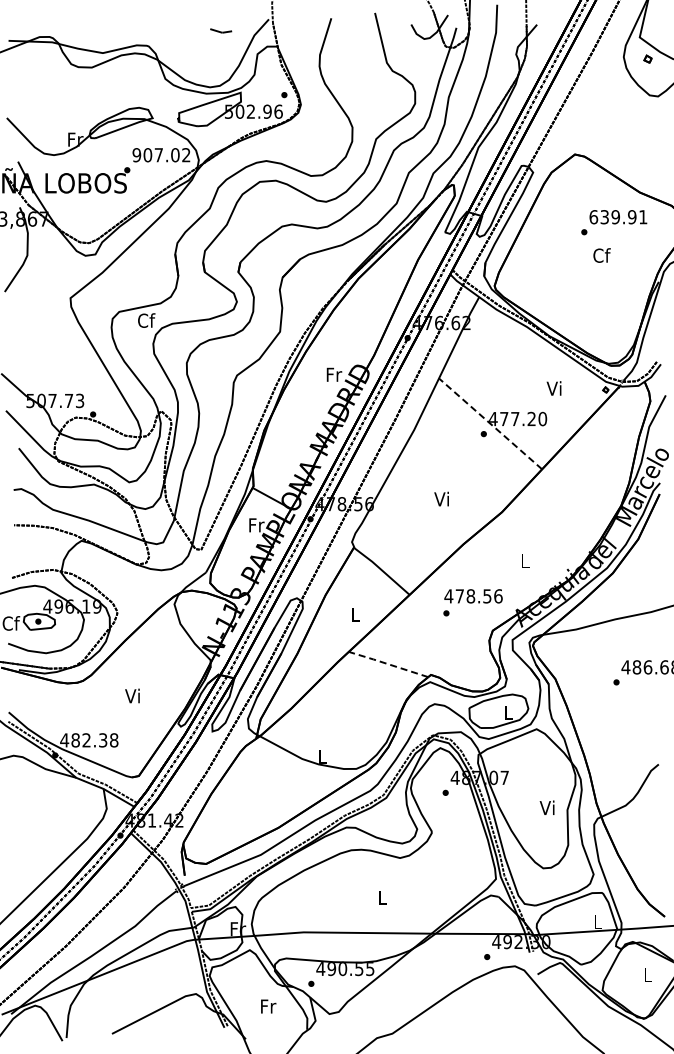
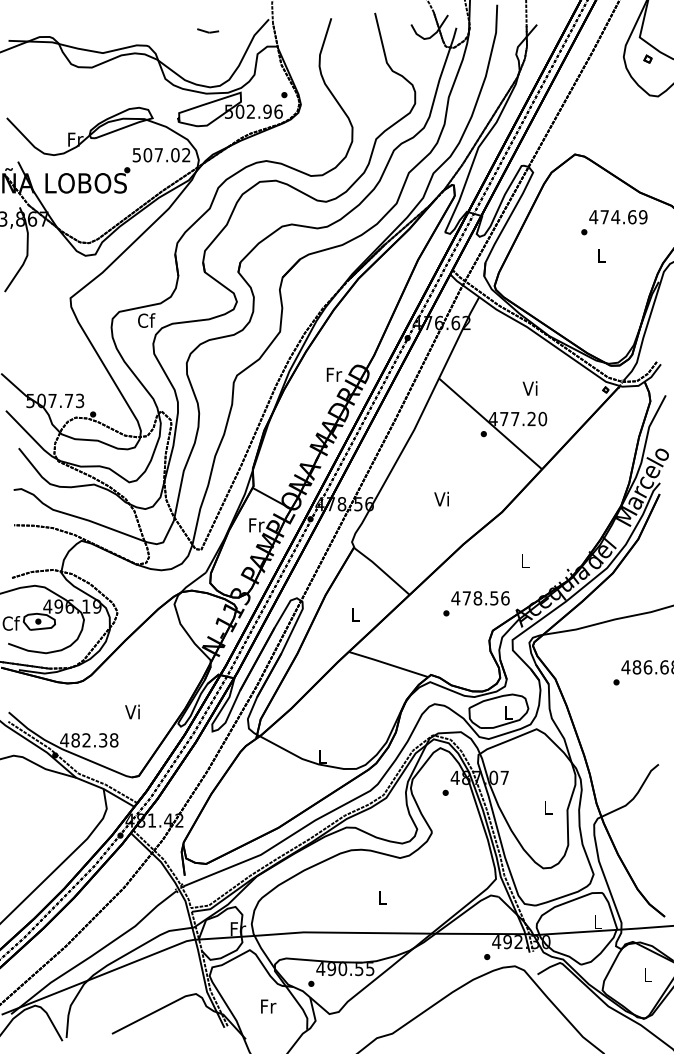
part at (221, 30) position: (221, 30) -> (208, 30)
text at (136, 155): 907.02 -> 507.02
text at (618, 217): 639.91 -> 474.69
text at (601, 255): Cf -> L
text at (553, 388) position: (553, 388) -> (529, 388)
line at (490, 423): dashed -> solid
text at (473, 596) position: (473, 596) -> (480, 598)
line at (387, 664): dashed -> solid
text at (132, 695) position: (132, 695) -> (132, 711)
text at (546, 807): Vi -> L
